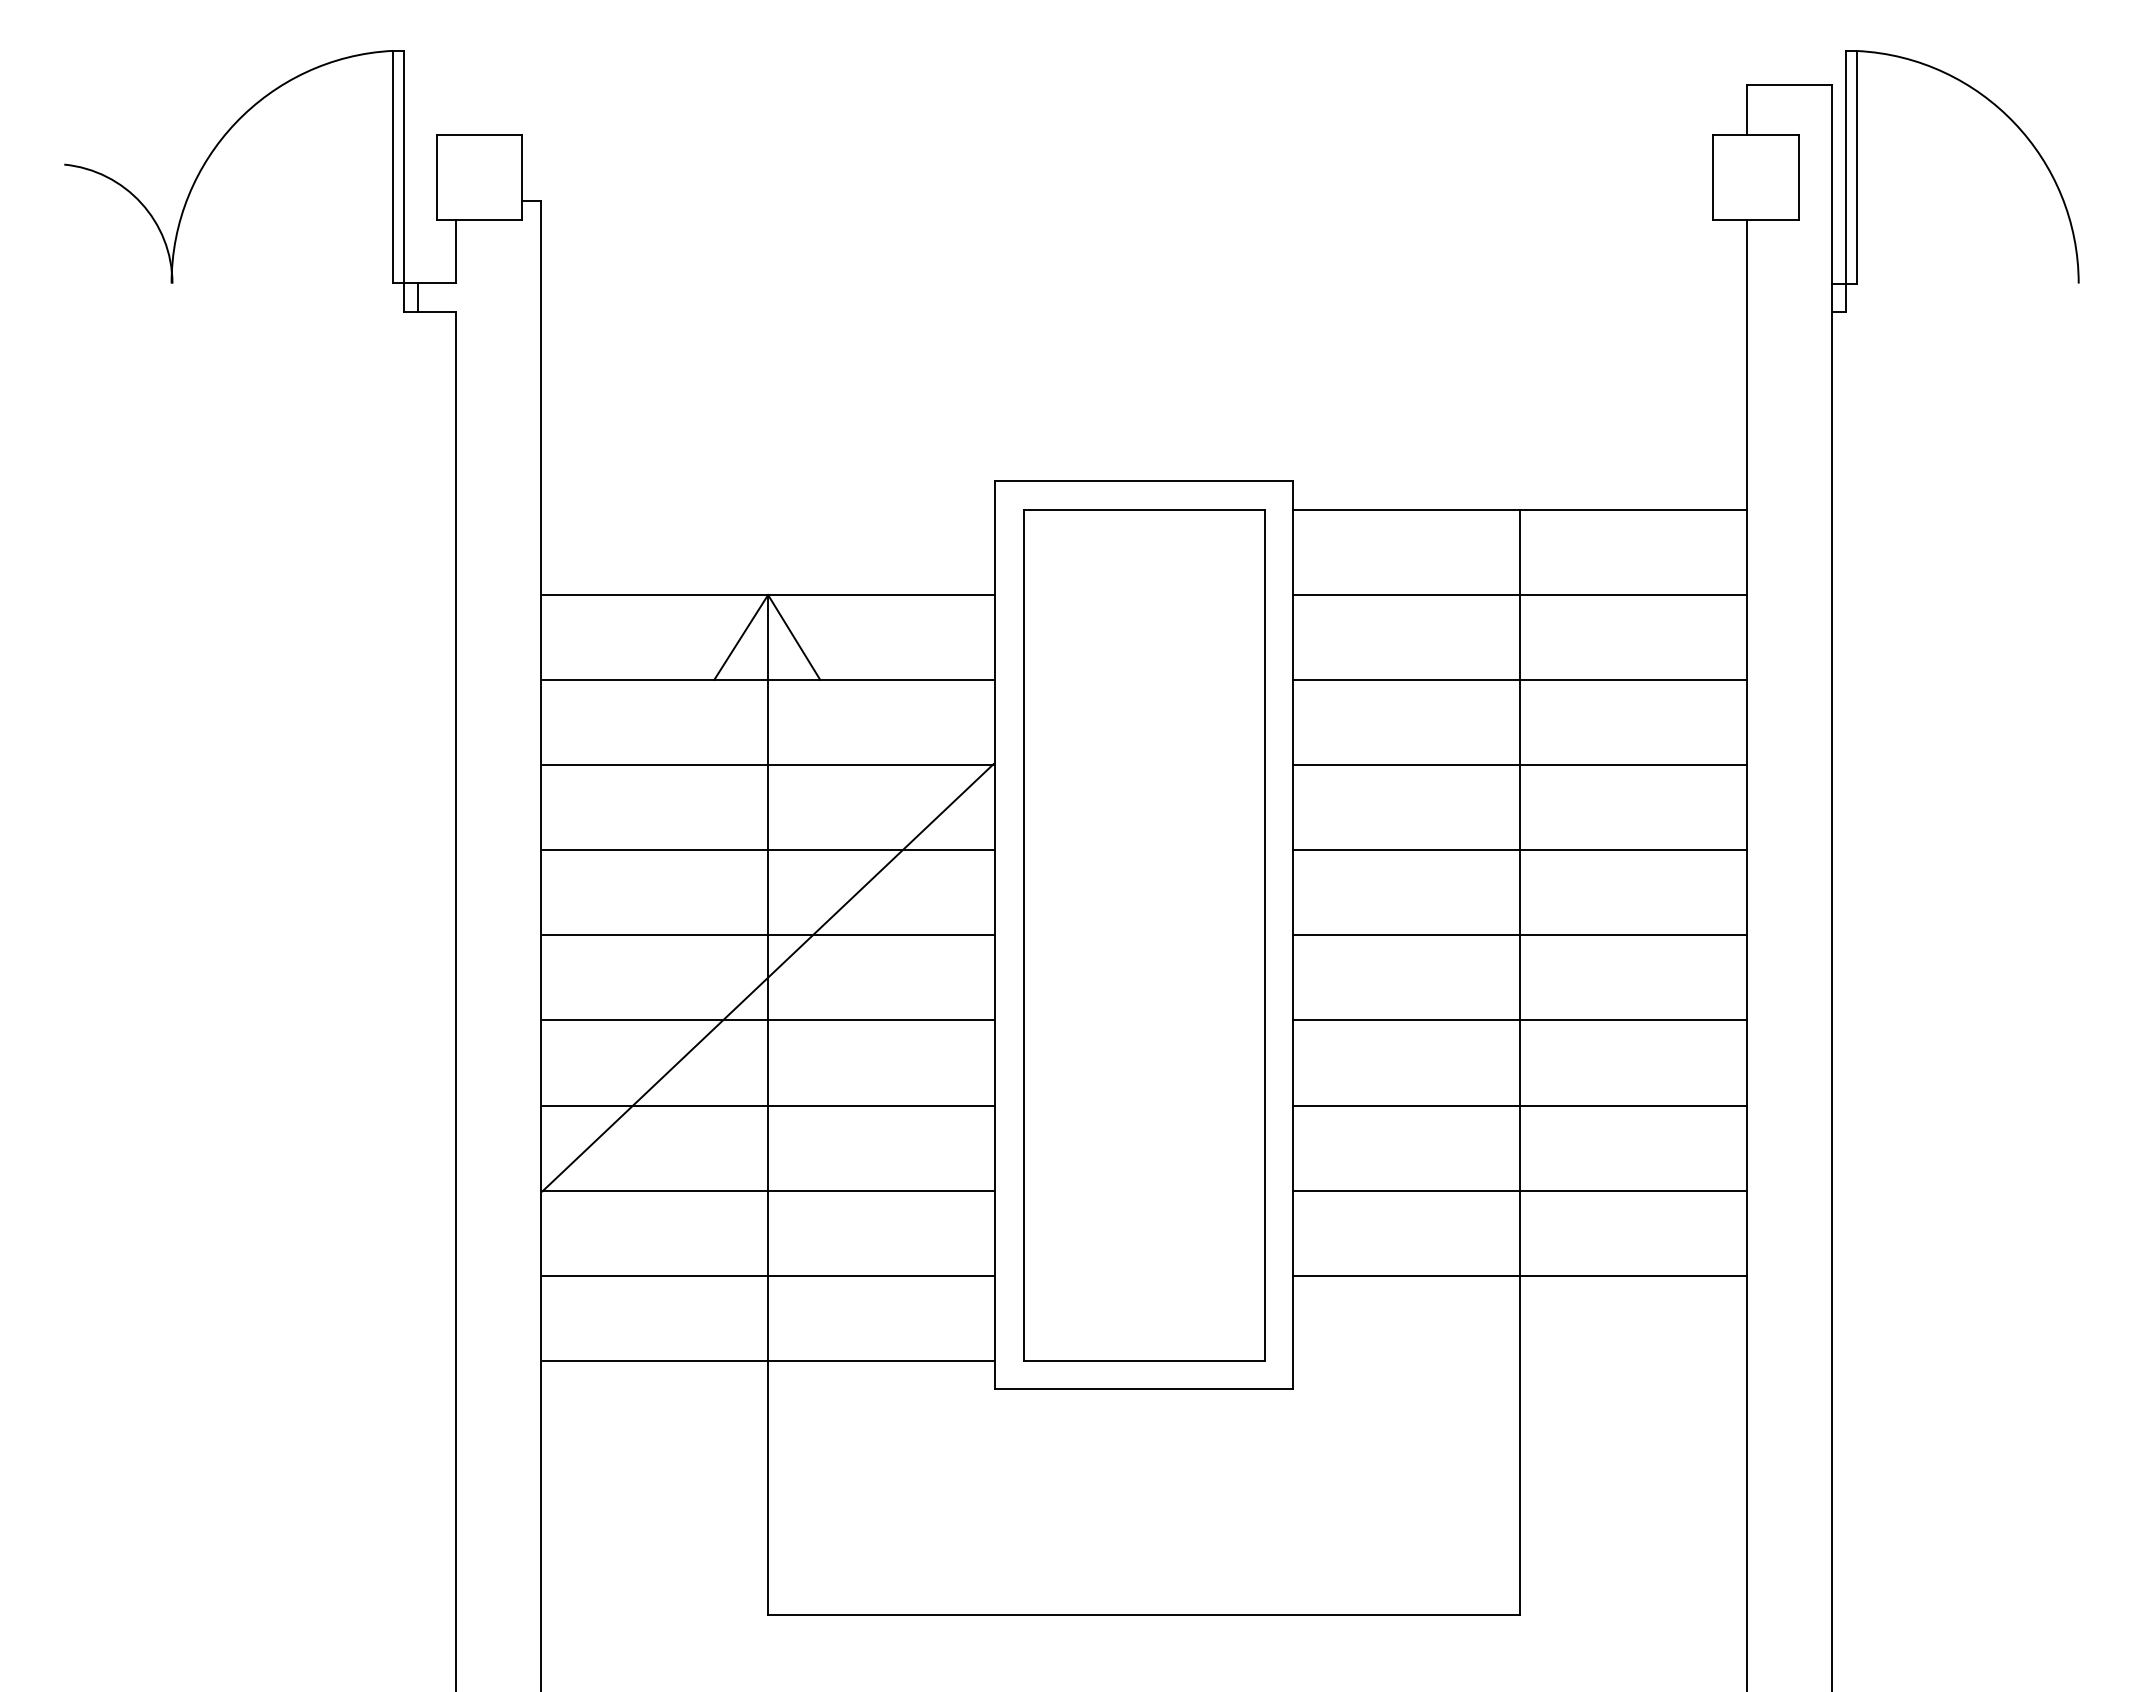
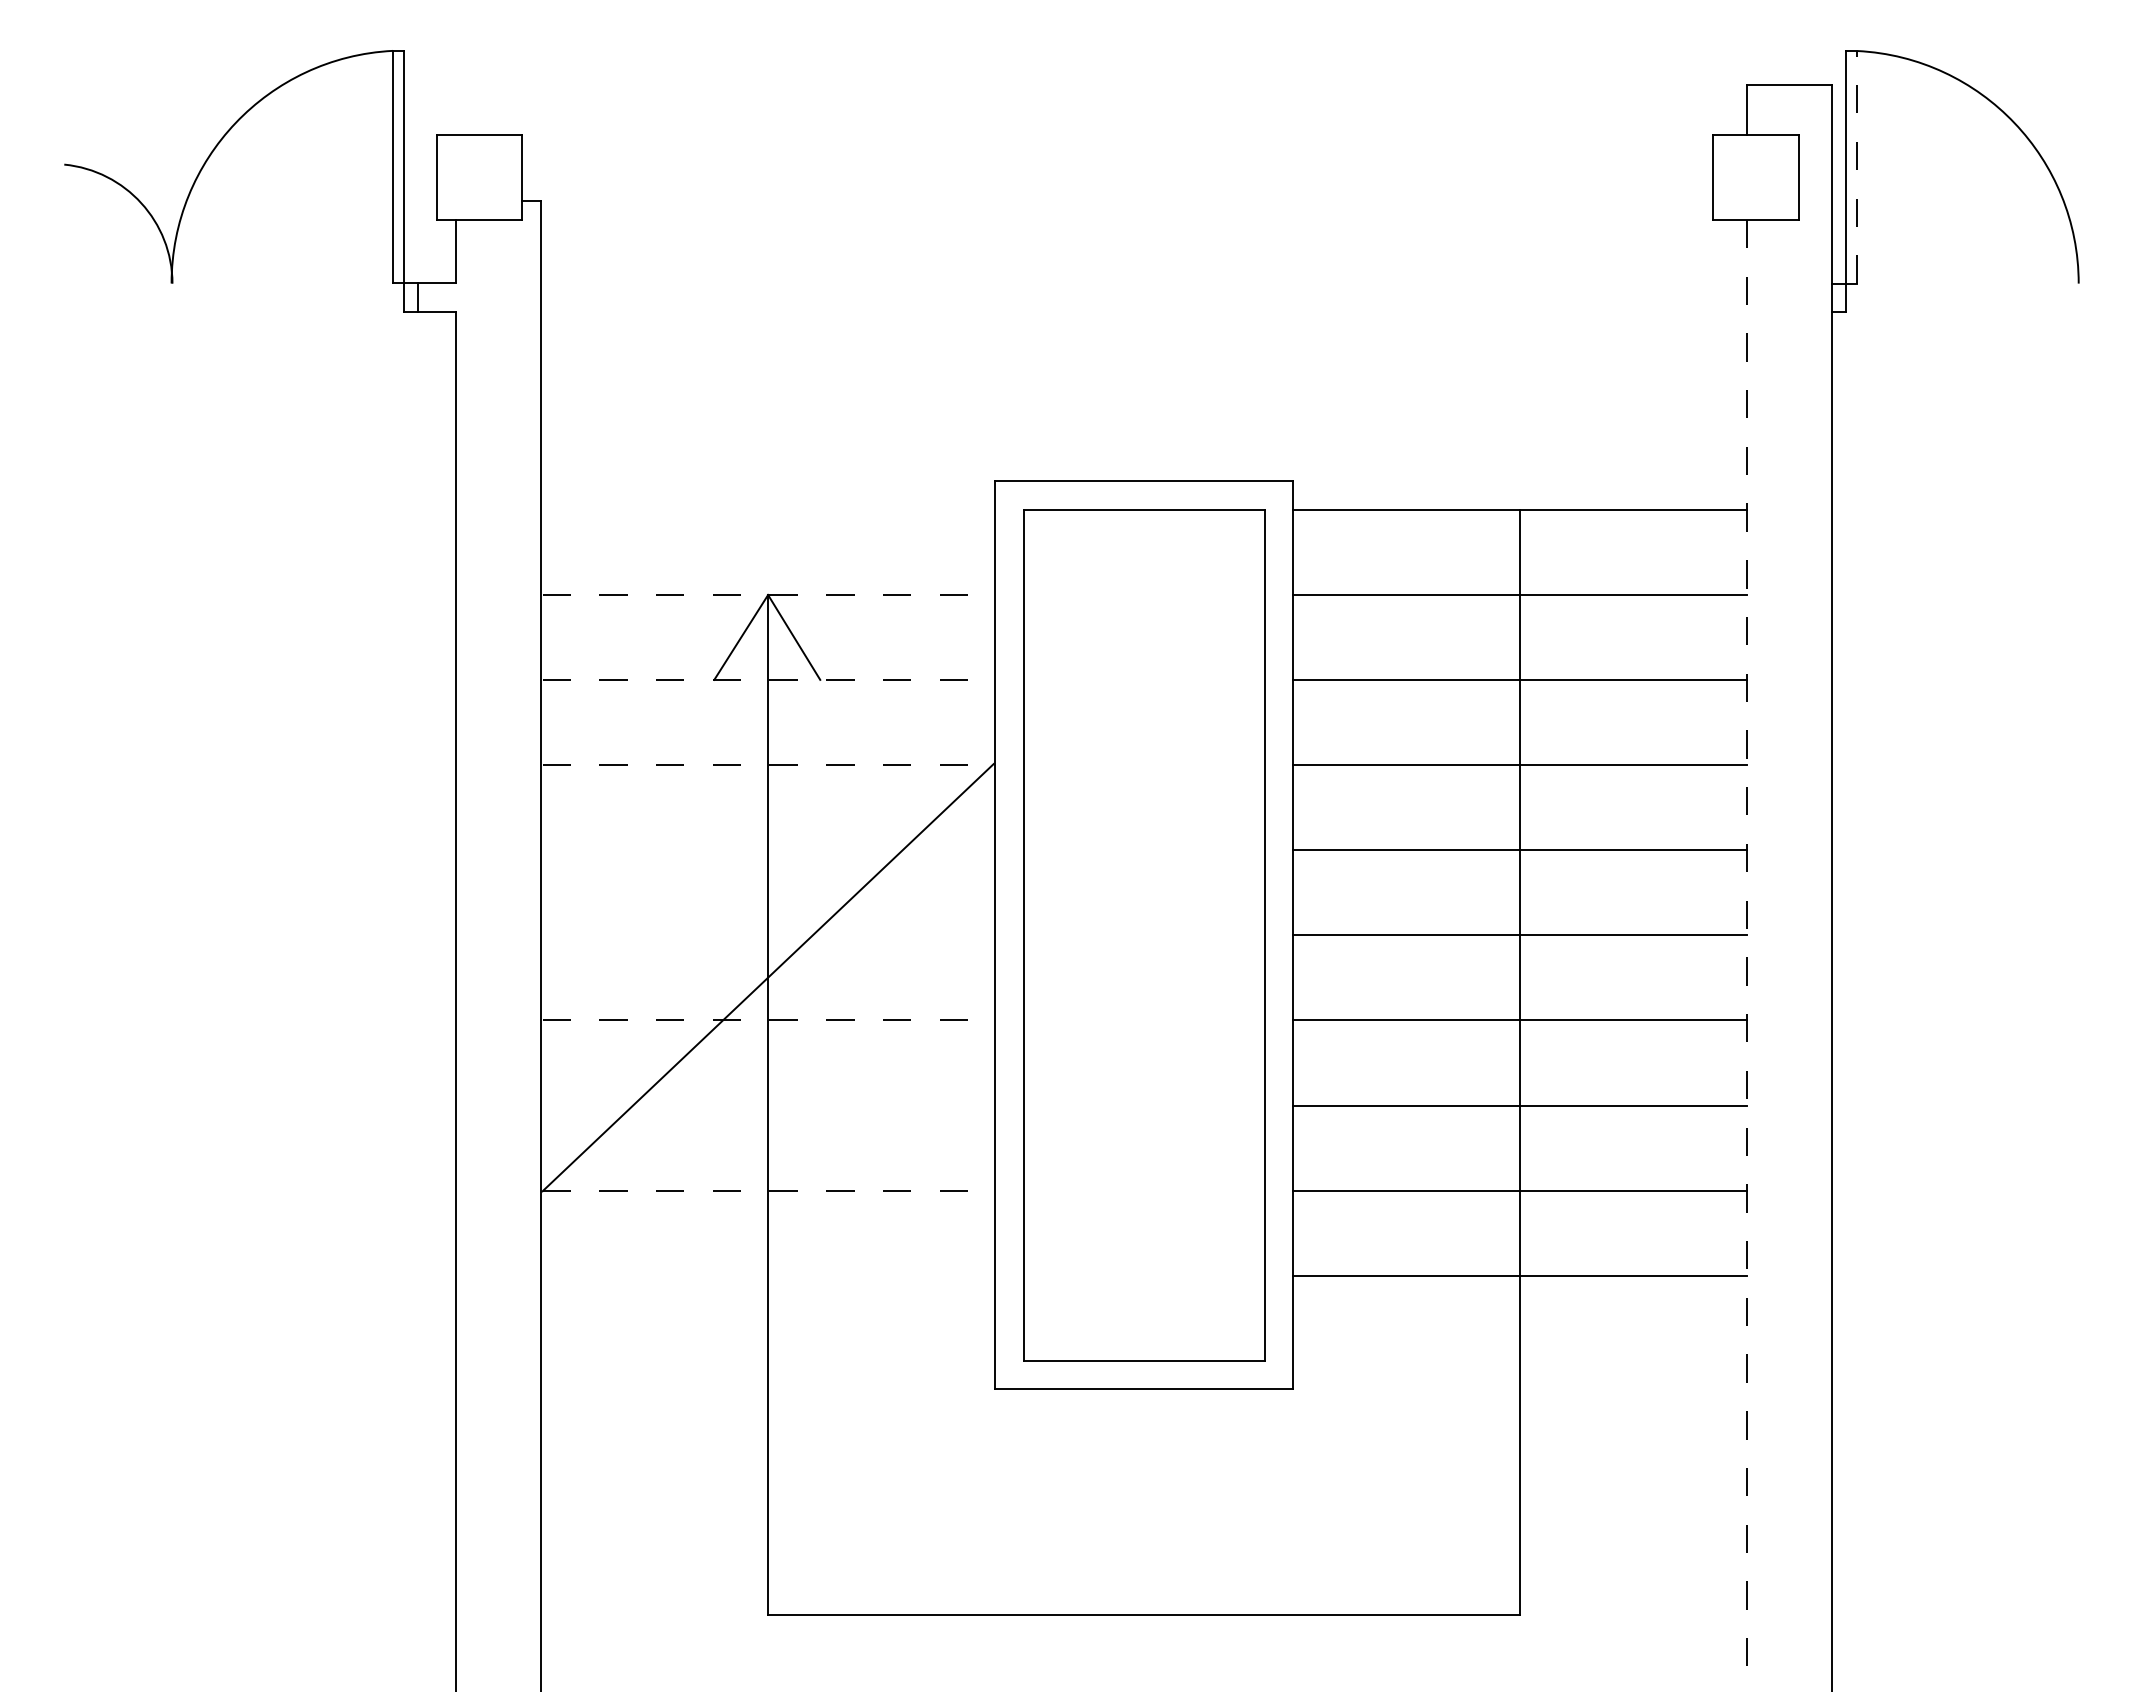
line at (1857, 166): solid -> dashed
line at (768, 595): solid -> dashed
line at (768, 680): solid -> dashed
line at (768, 765): solid -> dashed
line at (767, 850): present -> none
line at (767, 935): present -> none
line at (1746, 955): solid -> dashed
line at (768, 1020): solid -> dashed
line at (767, 1105): present -> none
line at (768, 1190): solid -> dashed
line at (767, 1275): present -> none
line at (767, 1360): present -> none
